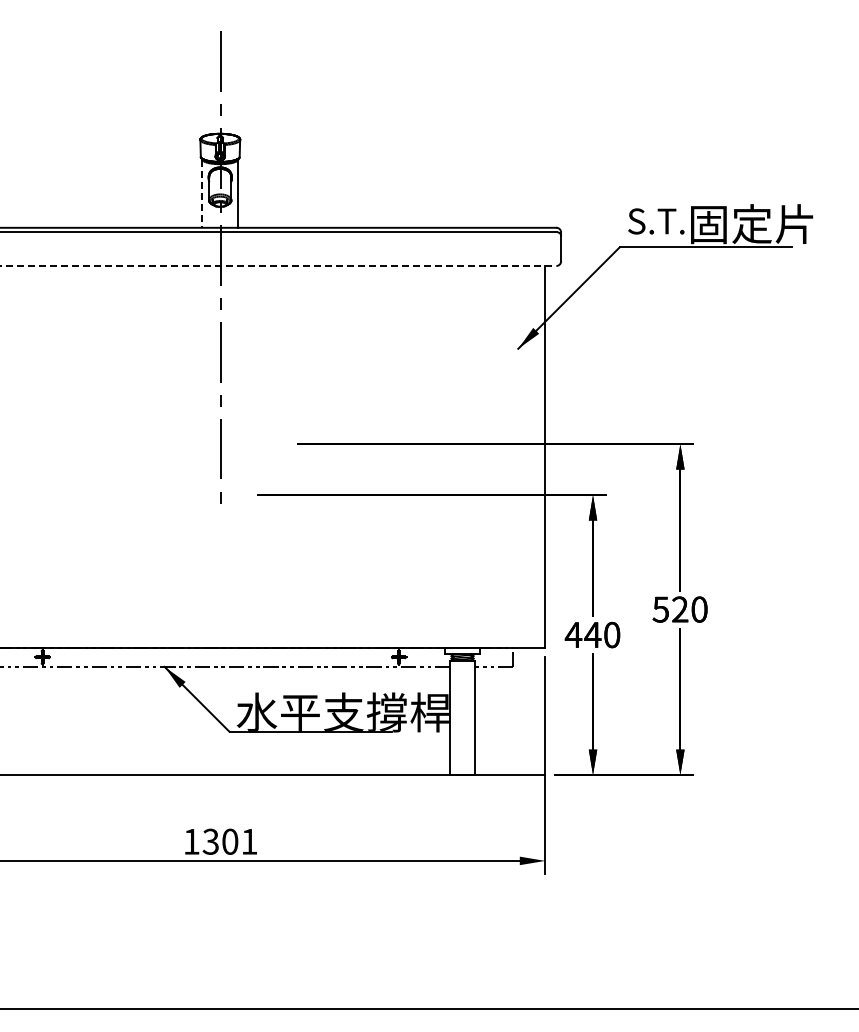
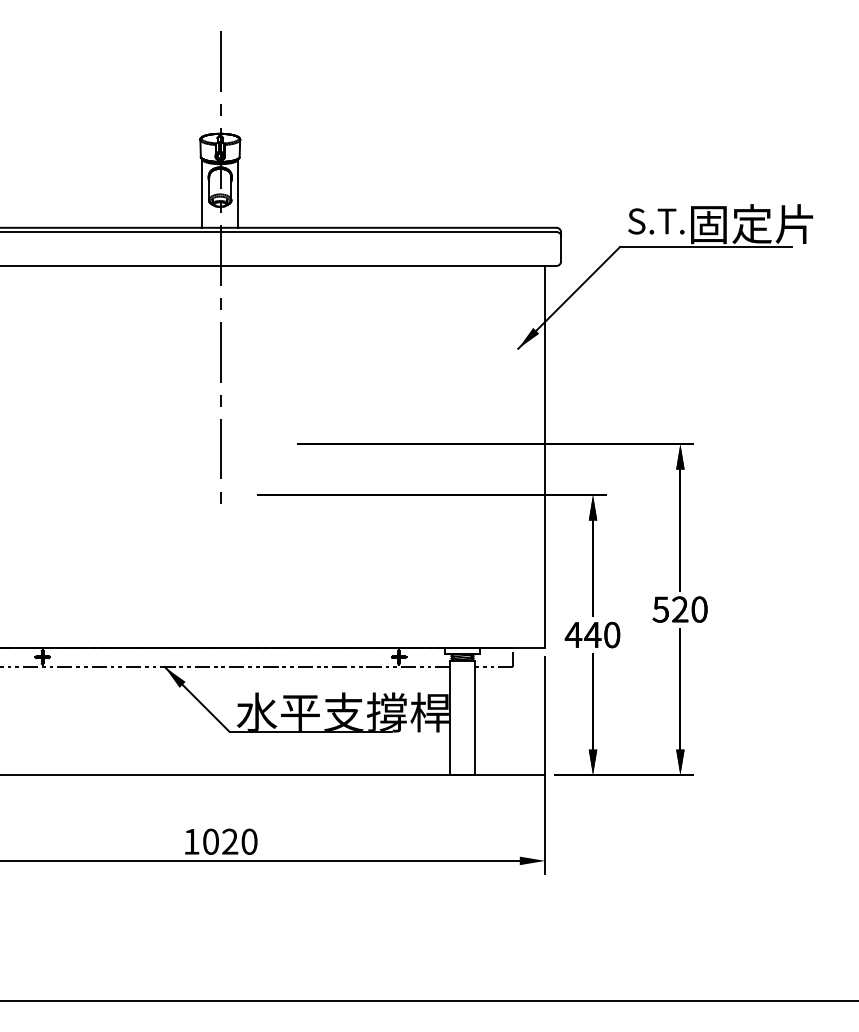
line at (202, 194): dashed -> solid
line at (278, 265): dashed -> solid
text at (229, 841): 1301 -> 1020
line at (428, 1009) position: (428, 1009) -> (428, 1001)
